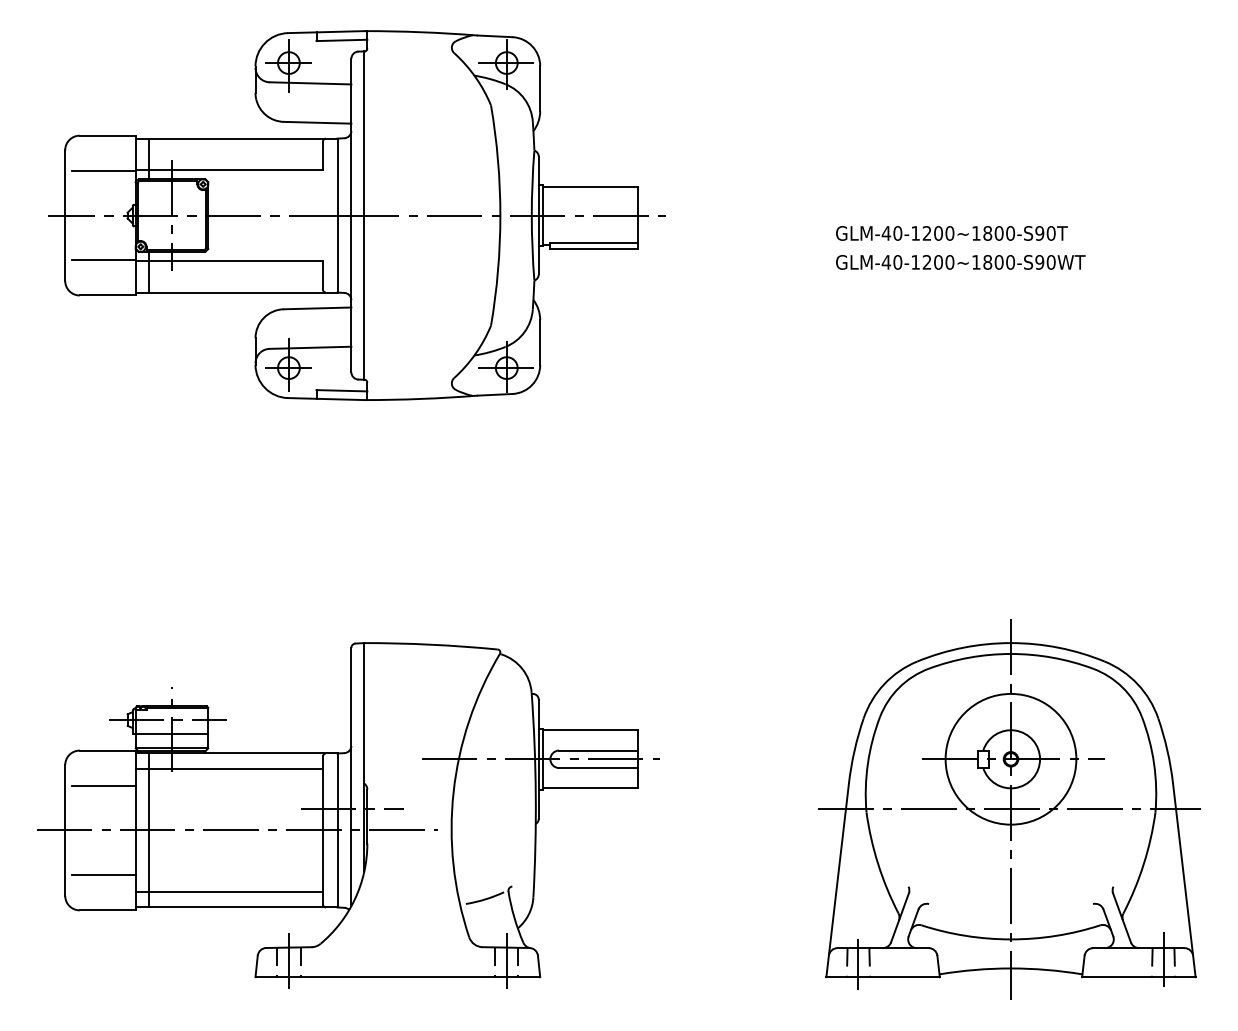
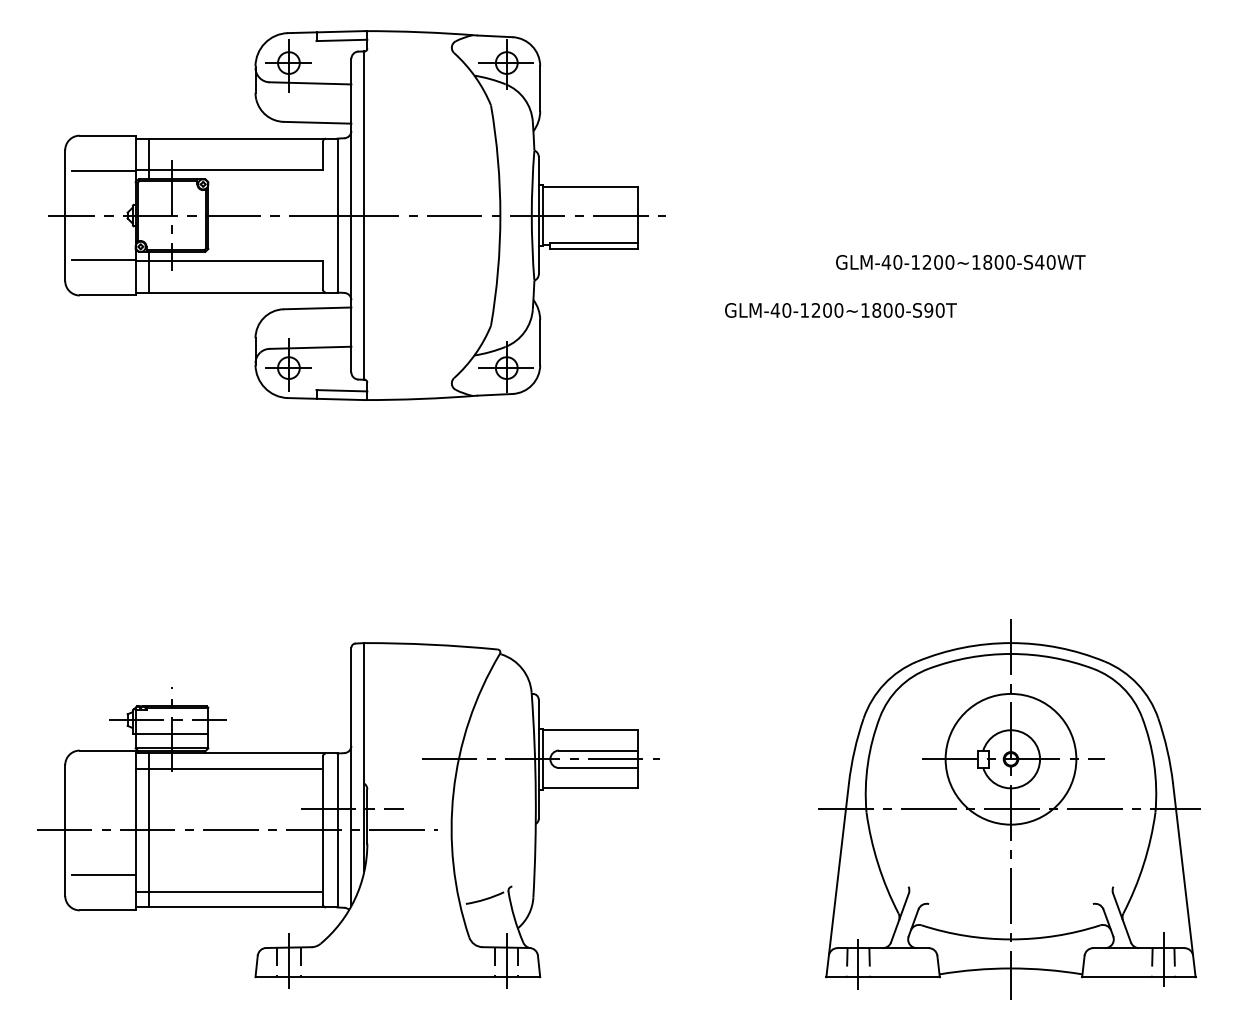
text at (951, 233) position: (951, 233) -> (840, 310)
text at (1039, 262): GLM-40-1200~1800-S90WT -> GLM-40-1200~1800-S40WT
line at (104, 786): present -> none
